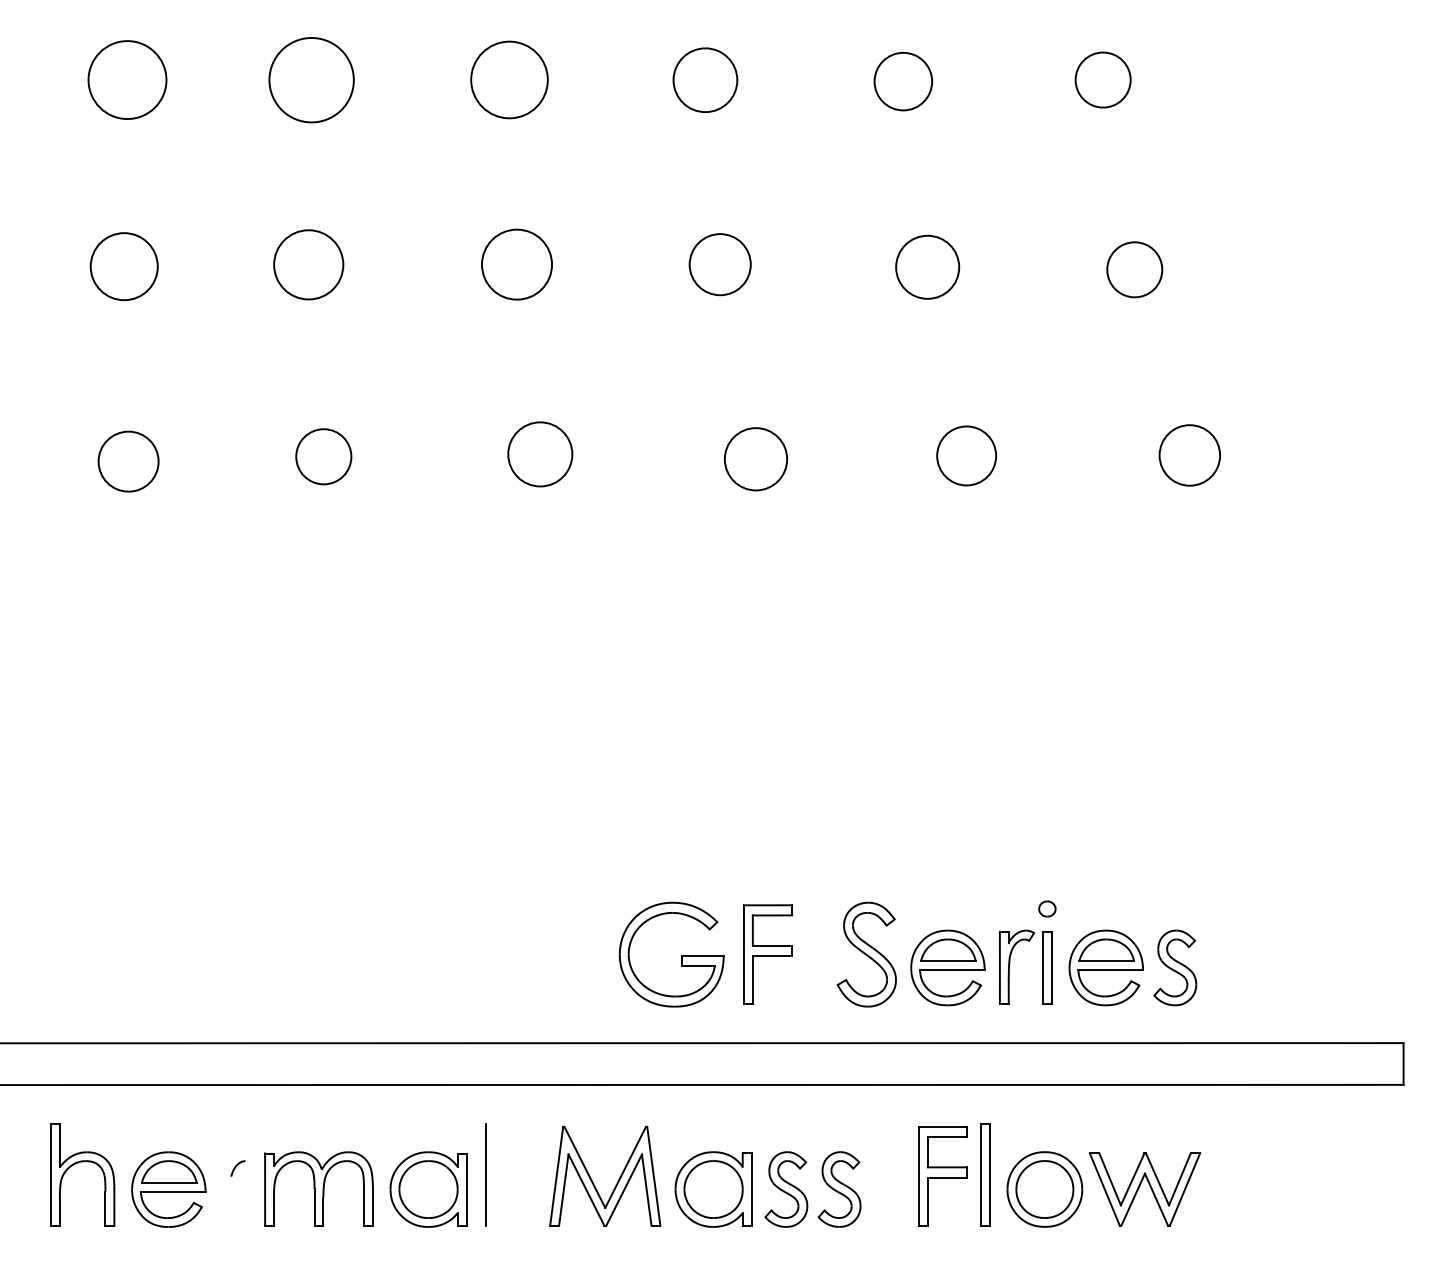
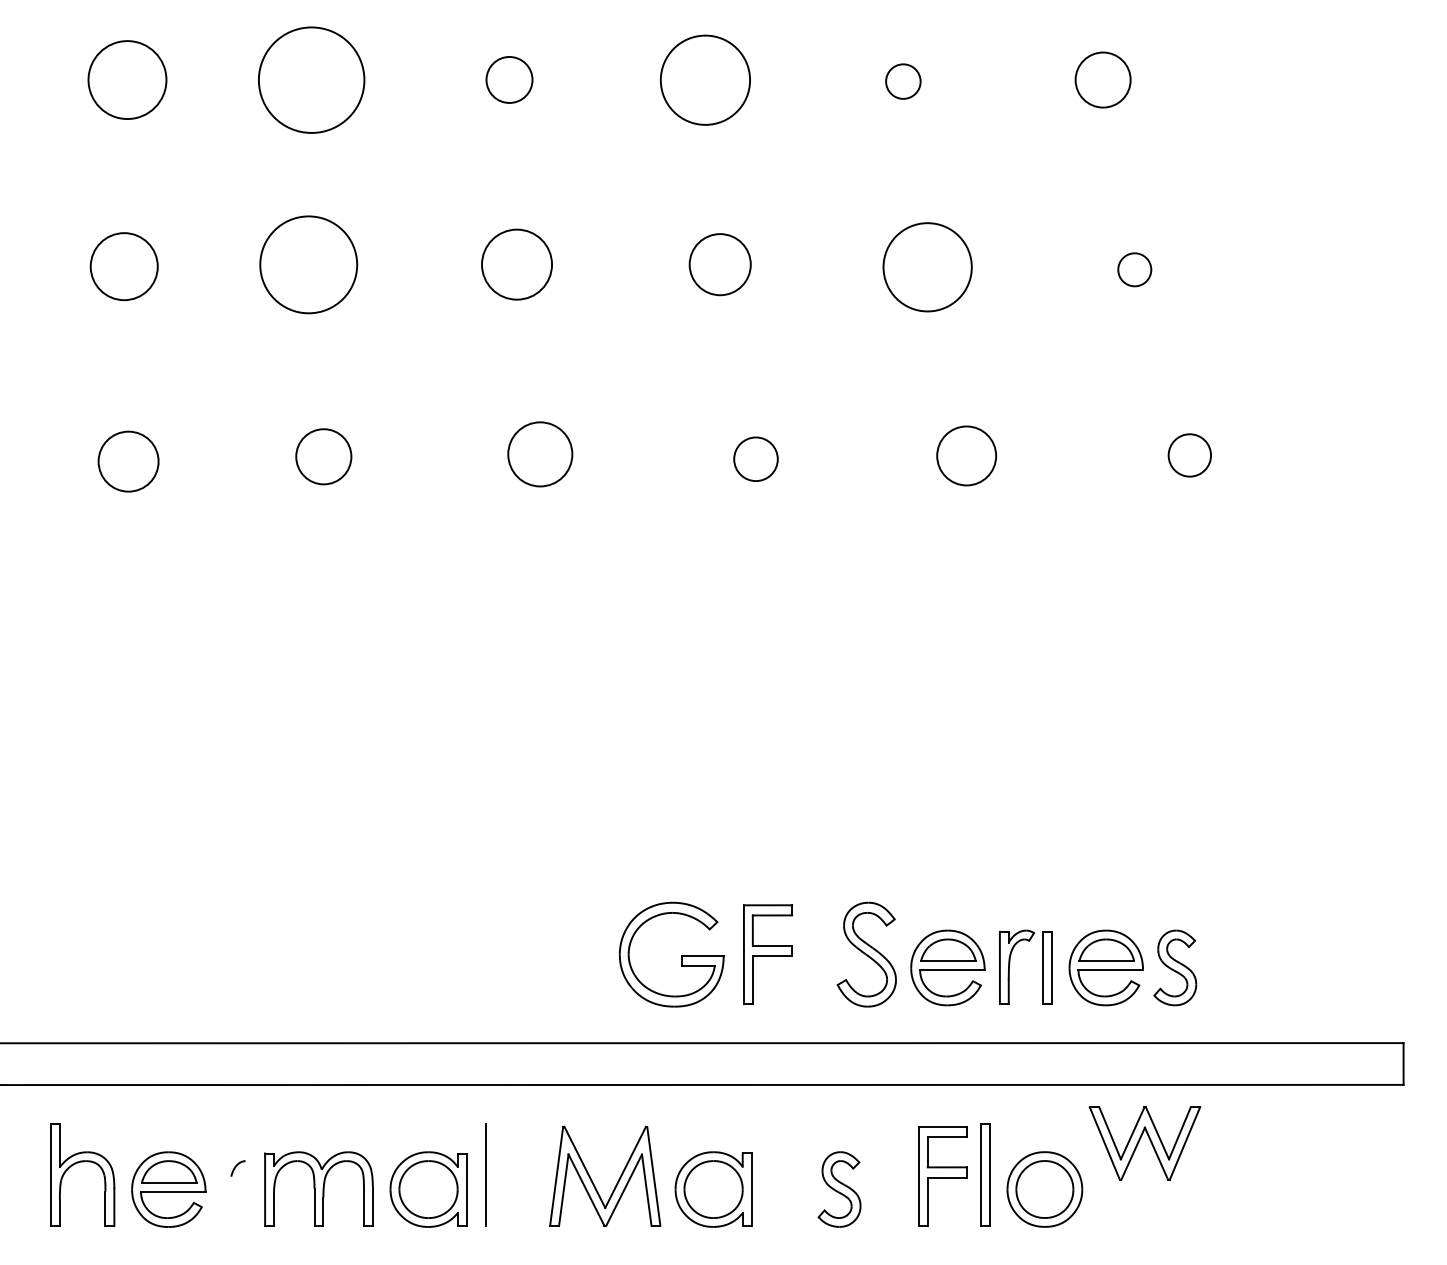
circle at (509, 79) diameter: 77 px -> 46 px
circle at (311, 80) diameter: 84 px -> 106 px
circle at (705, 80) diameter: 64 px -> 89 px
circle at (903, 81) diameter: 58 px -> 35 px
circle at (308, 264) diameter: 69 px -> 97 px
circle at (927, 266) diameter: 63 px -> 88 px
circle at (1134, 269) diameter: 55 px -> 33 px
circle at (1189, 455) diameter: 61 px -> 42 px
circle at (755, 459) diameter: 62 px -> 44 px
part at (1047, 908): present -> none
part at (786, 1189): present -> none
part at (1144, 1189) position: (1144, 1189) -> (1144, 1143)
